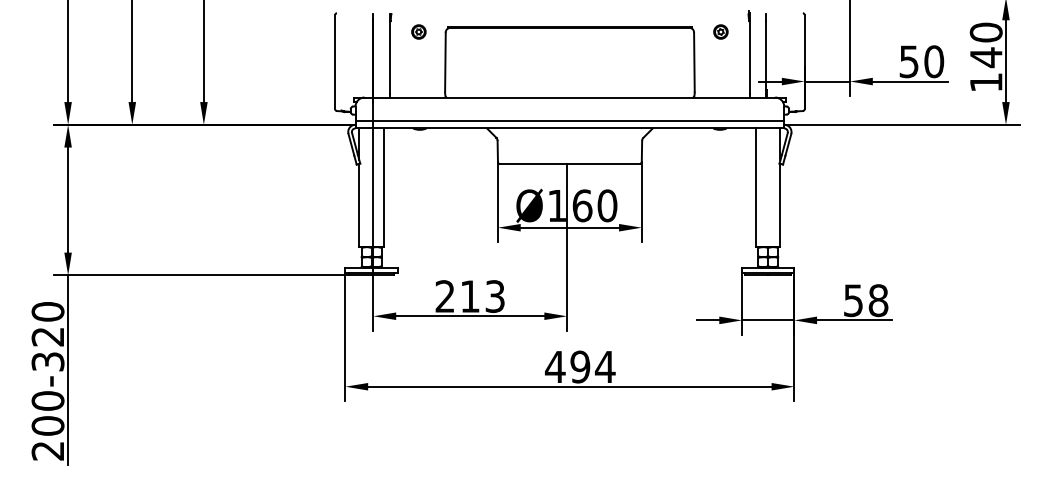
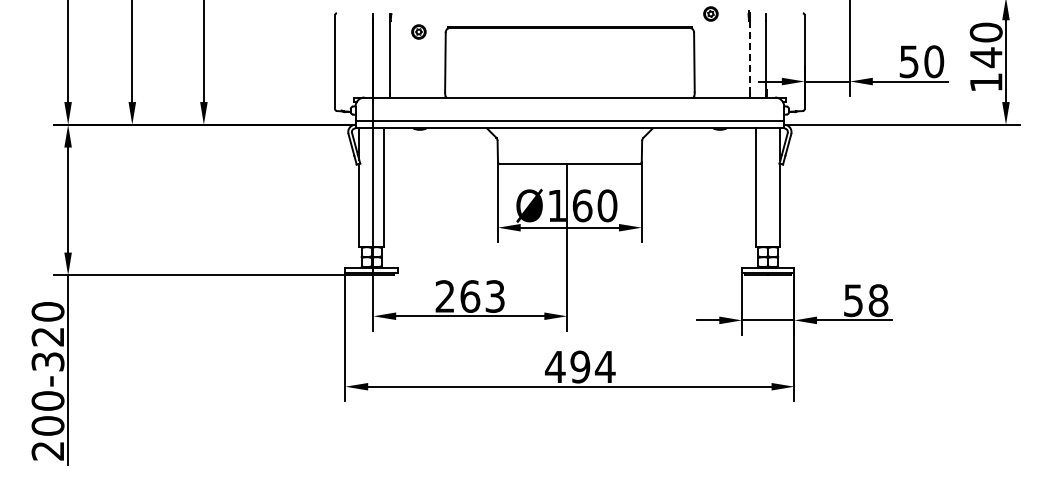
part at (720, 31) position: (720, 31) -> (710, 13)
line at (750, 56): solid -> dashed
text at (470, 296): 213 -> 263
